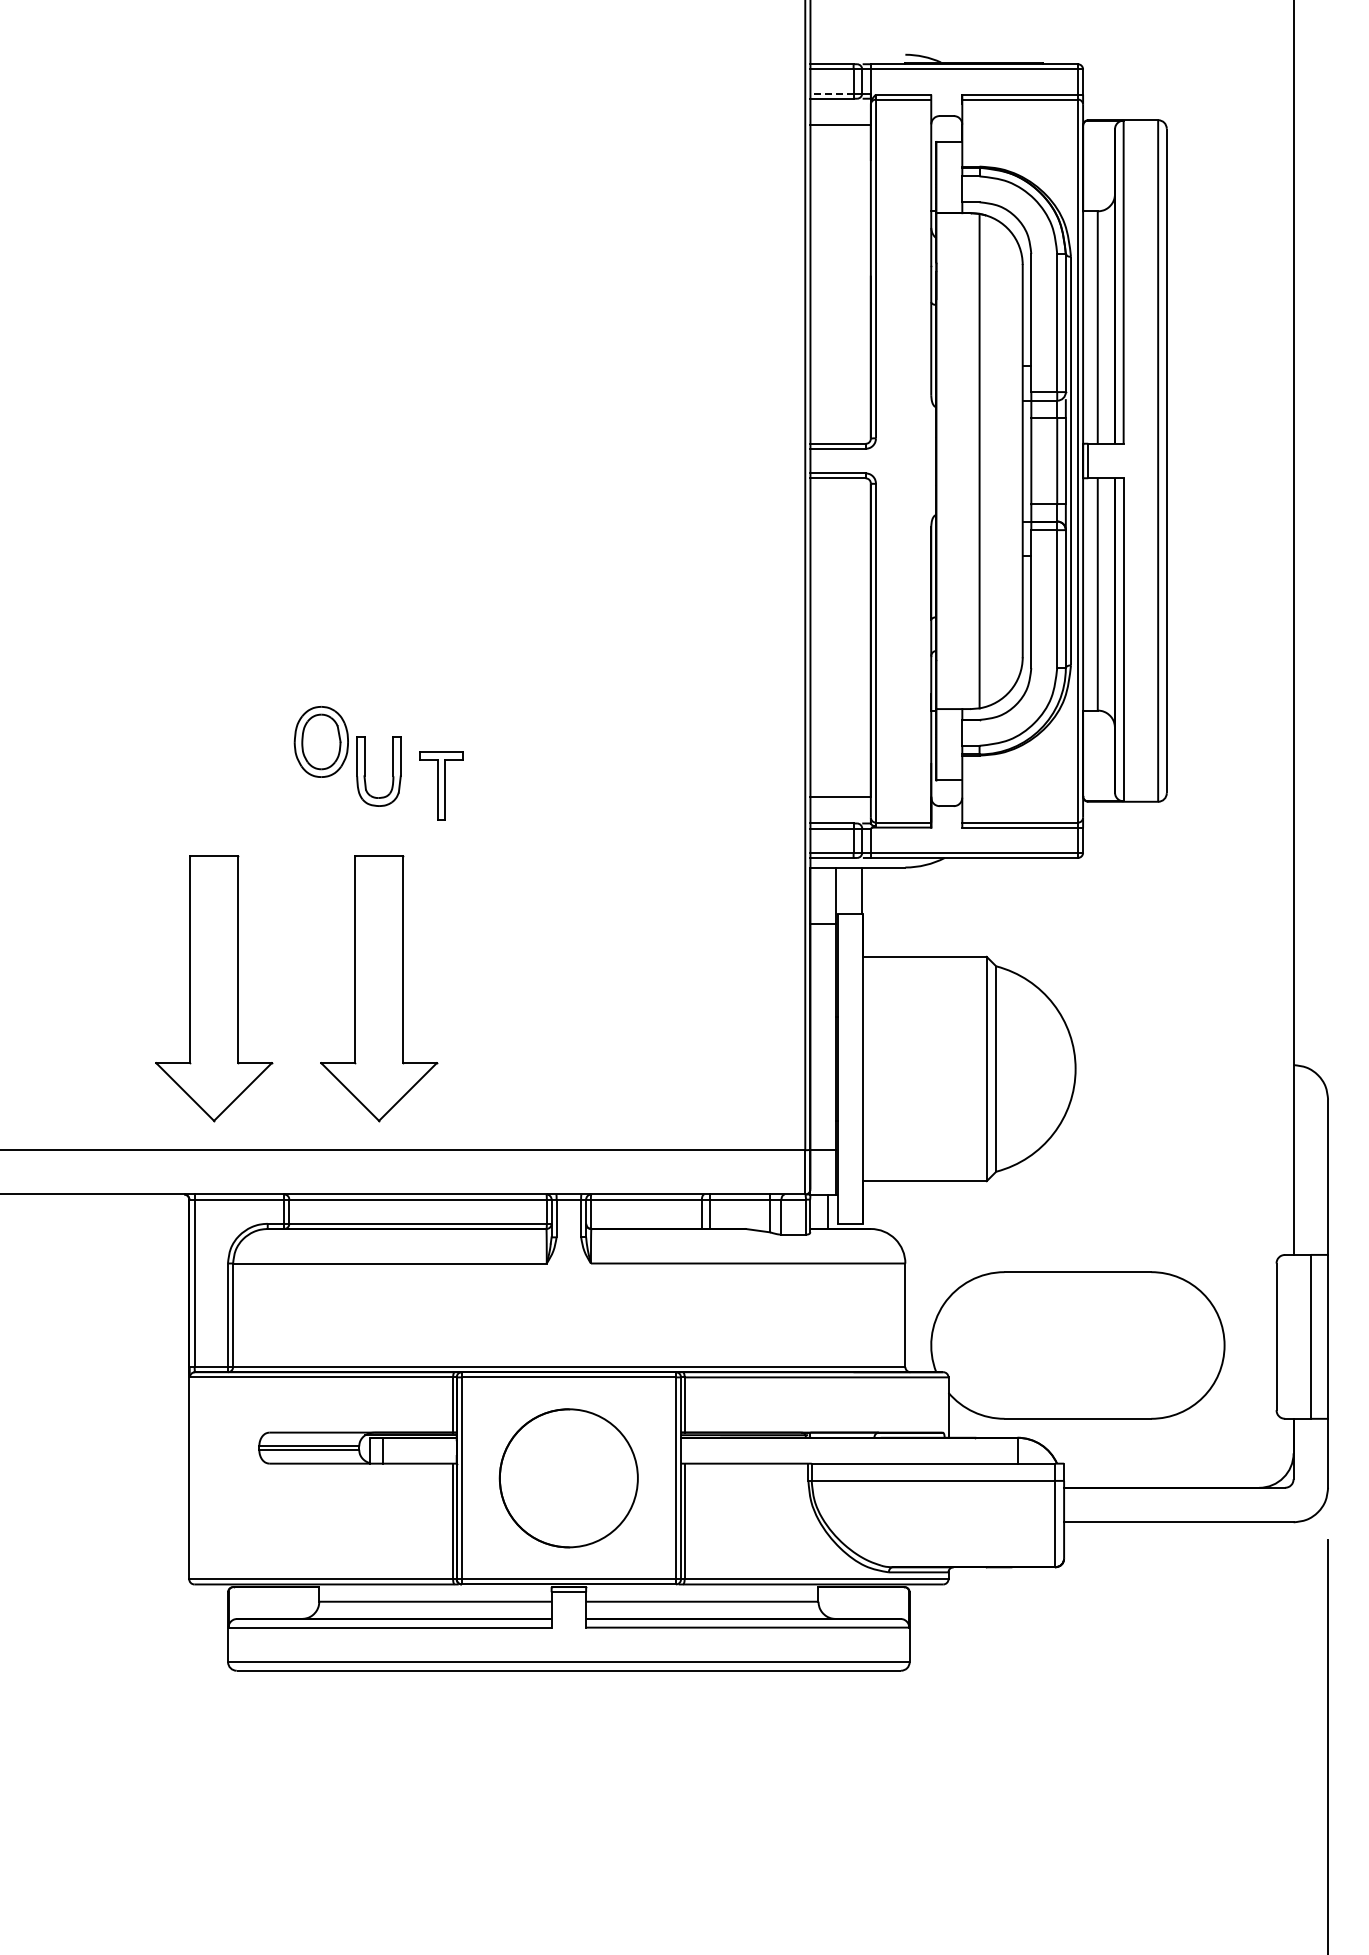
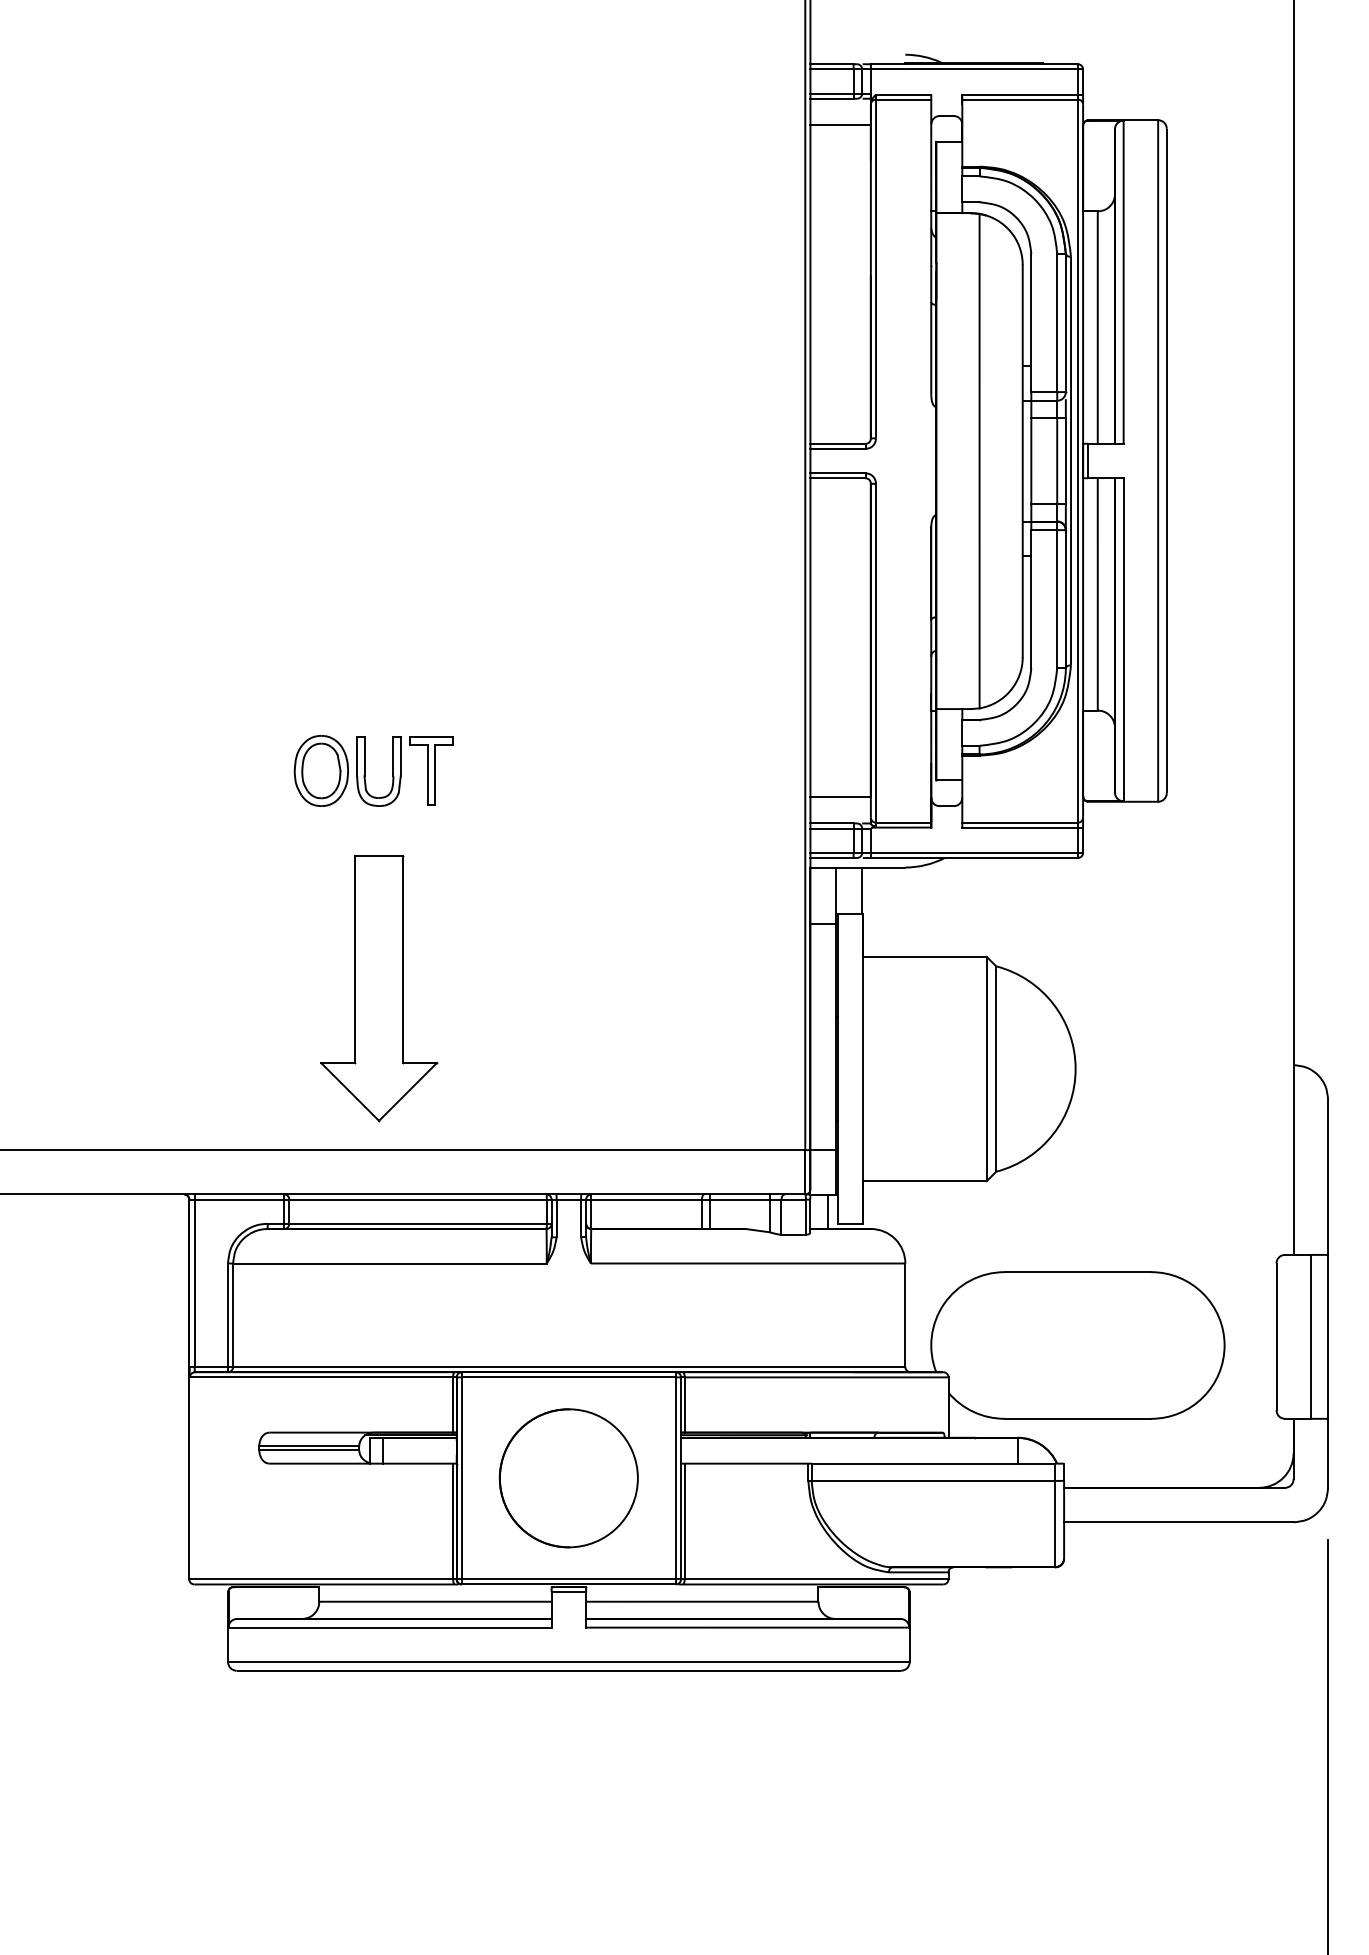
line at (832, 93): dashed -> solid
part at (320, 741) position: (320, 741) -> (320, 770)
part at (441, 785) position: (441, 785) -> (431, 770)
part at (214, 988): present -> none
